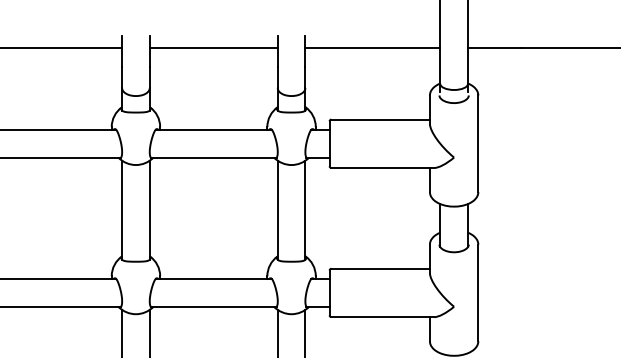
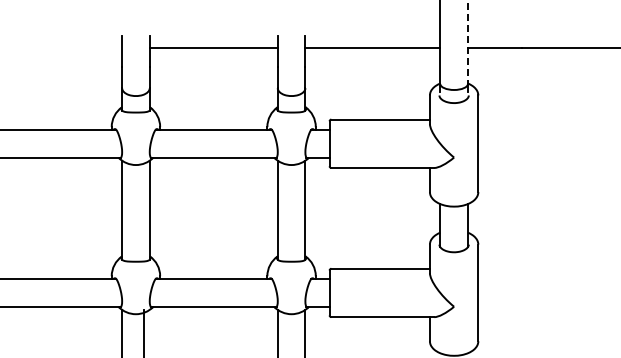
line at (467, 42): solid -> dashed
line at (62, 48): present -> none
line at (149, 331) position: (149, 331) -> (143, 331)
